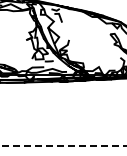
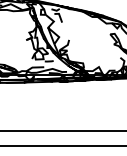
line at (62, 131): none -> present
line at (63, 145): dashed -> solid
